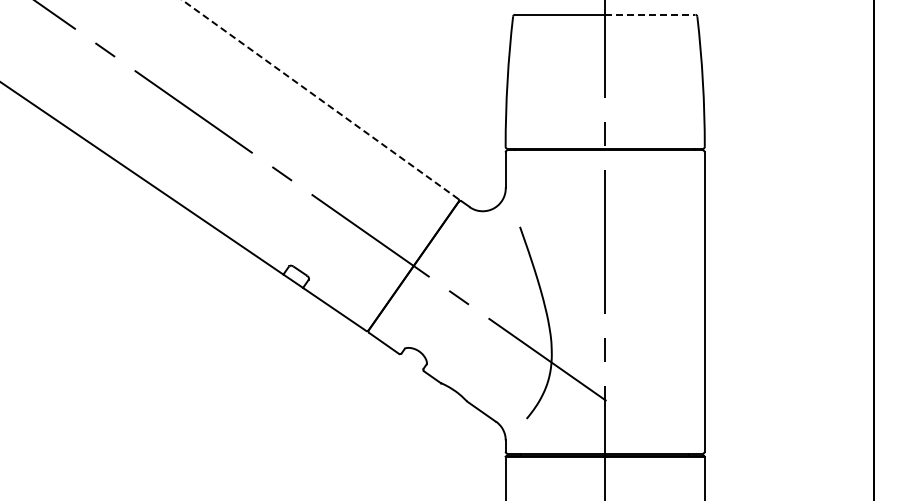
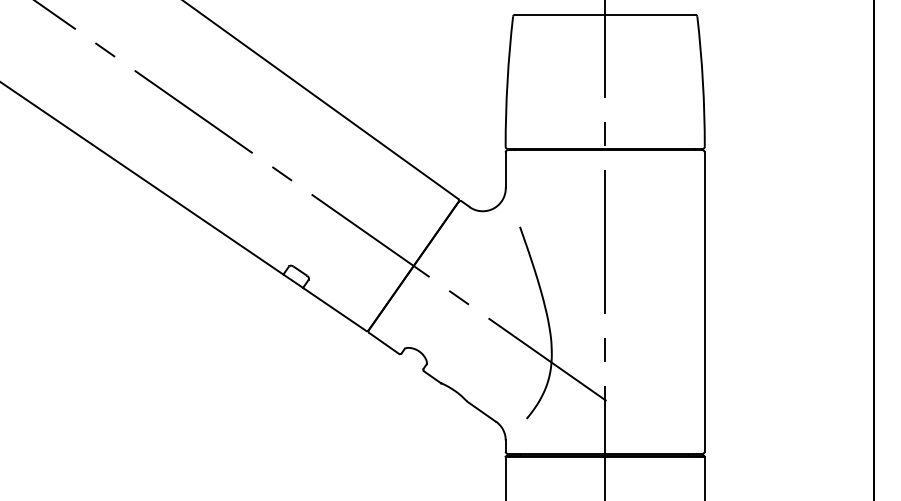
line at (650, 14): dashed -> solid
line at (320, 99): dashed -> solid
